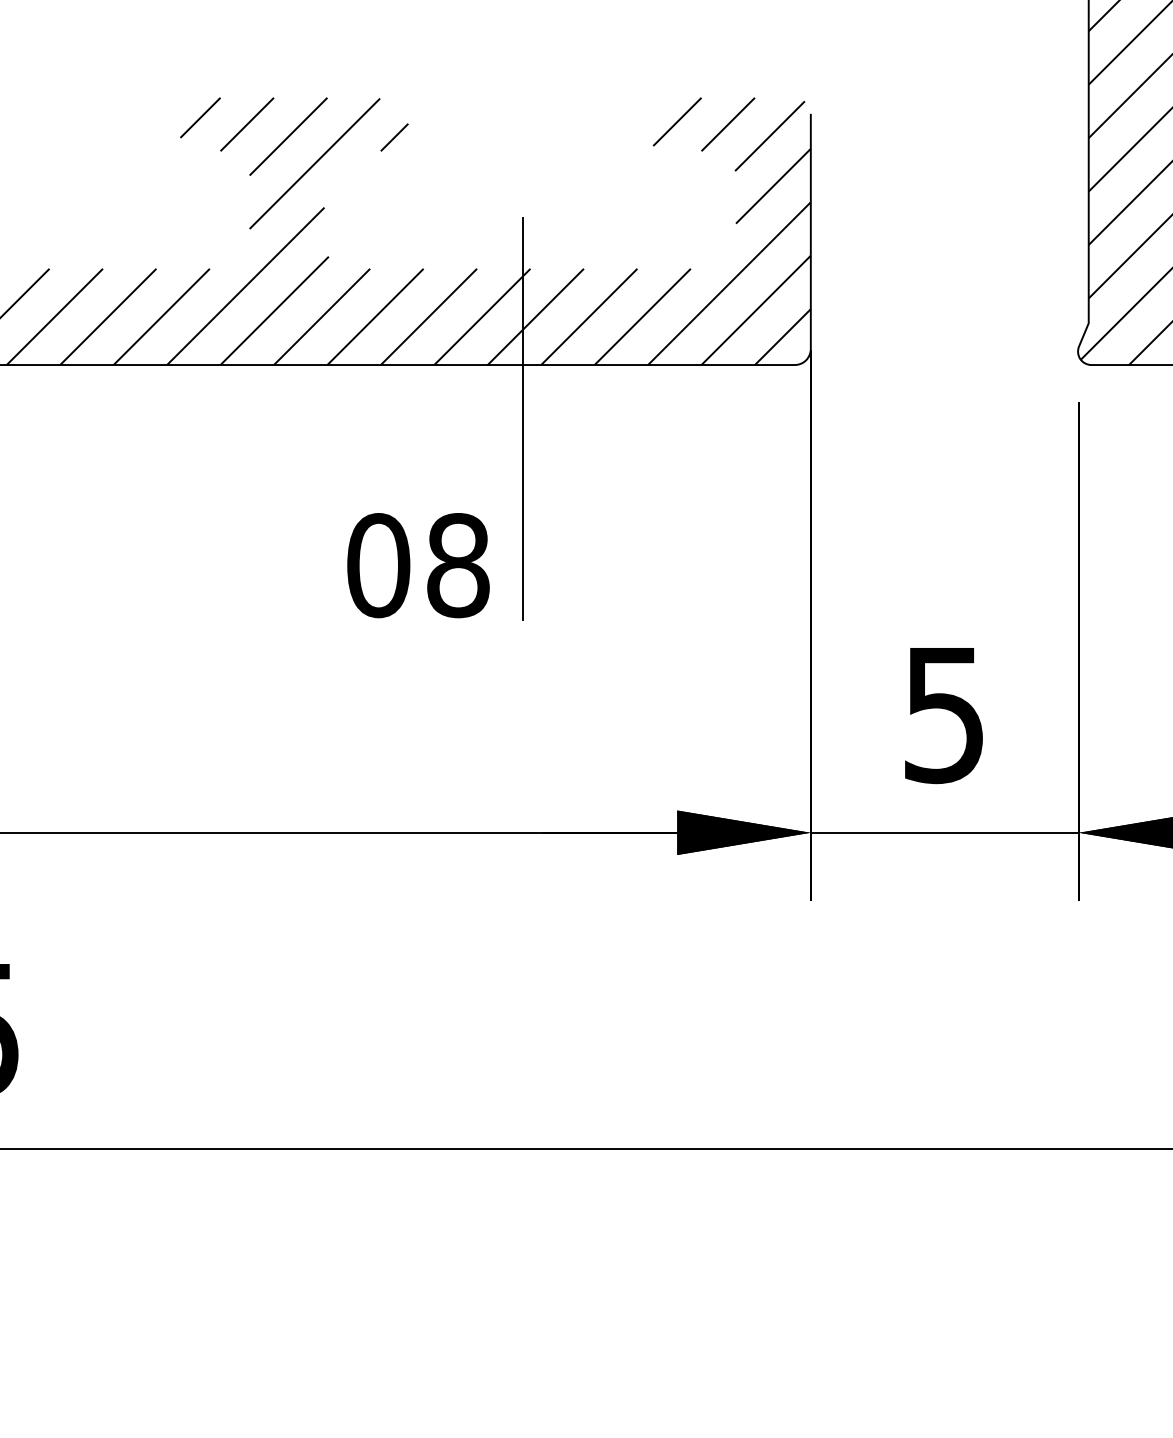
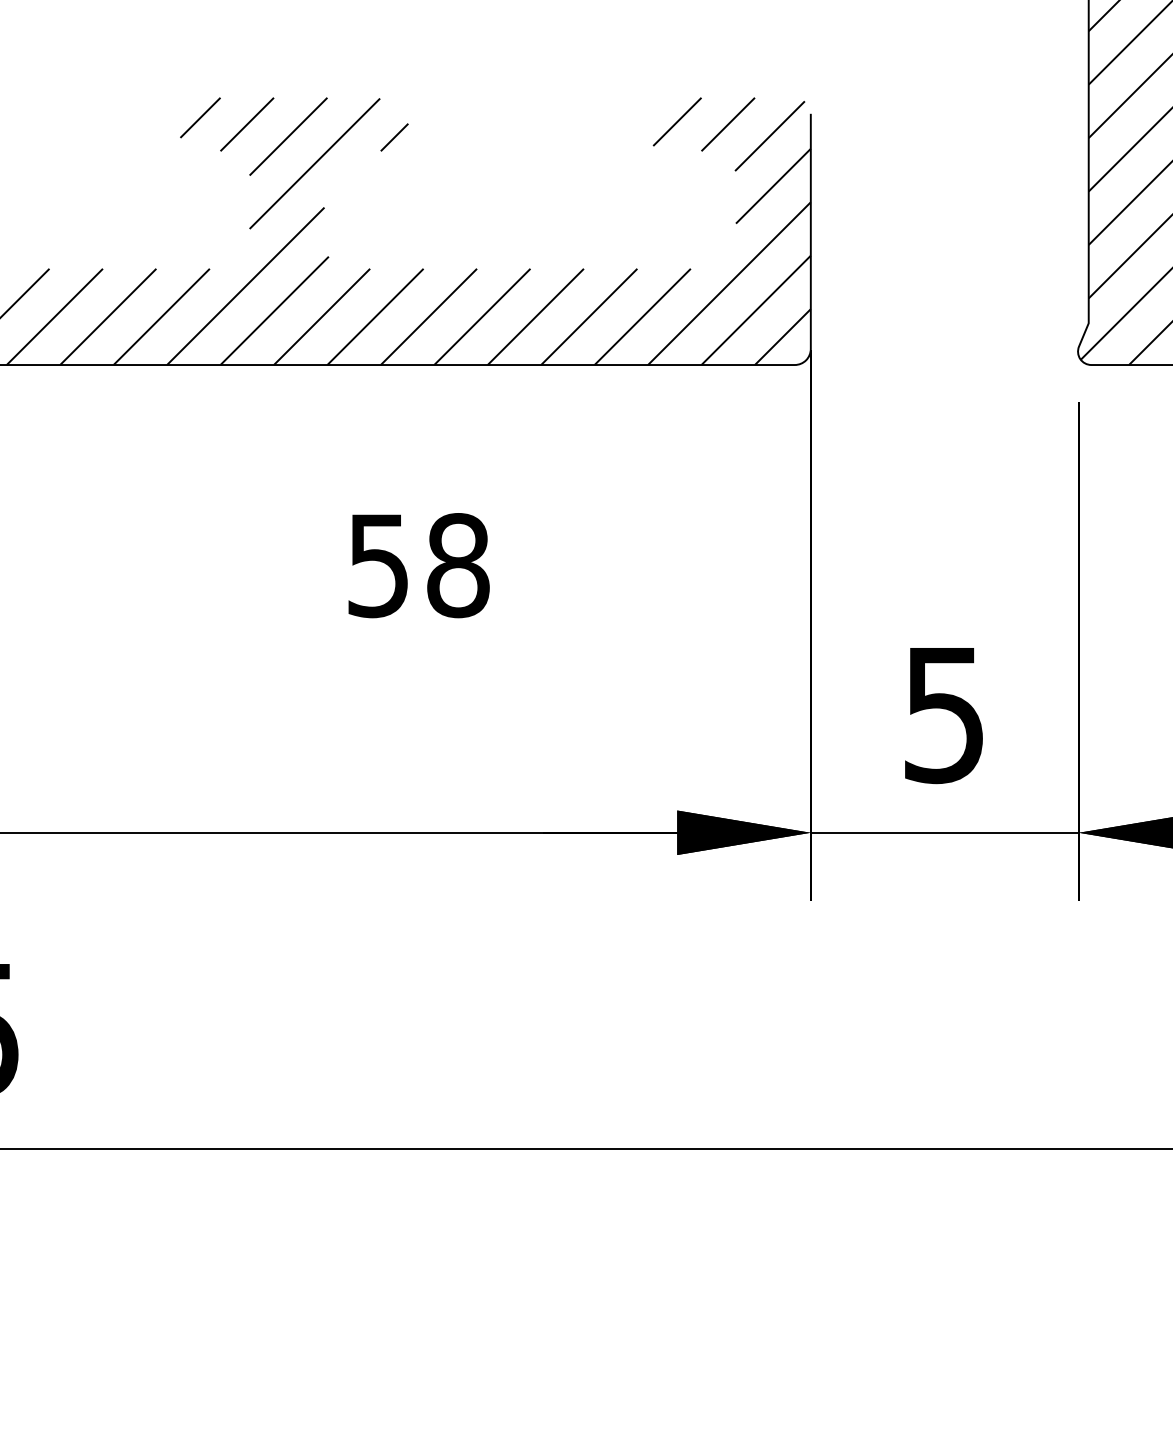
line at (522, 418): present -> none
text at (378, 565): 08 -> 58
